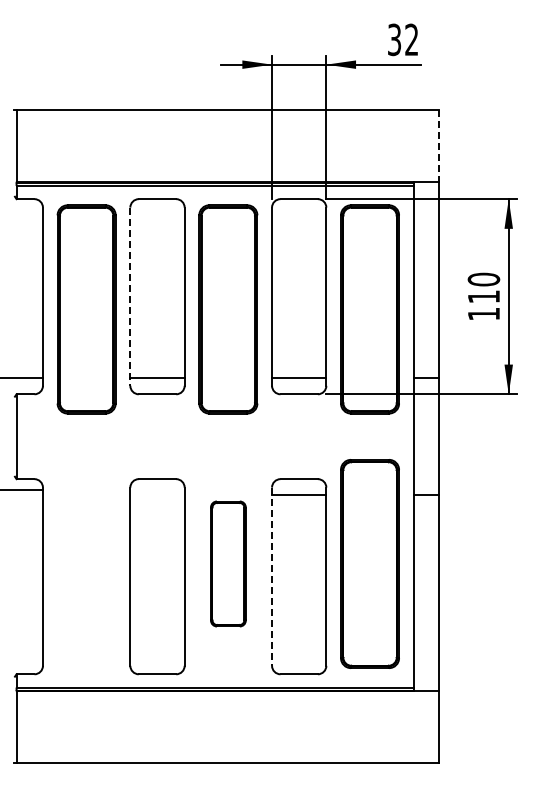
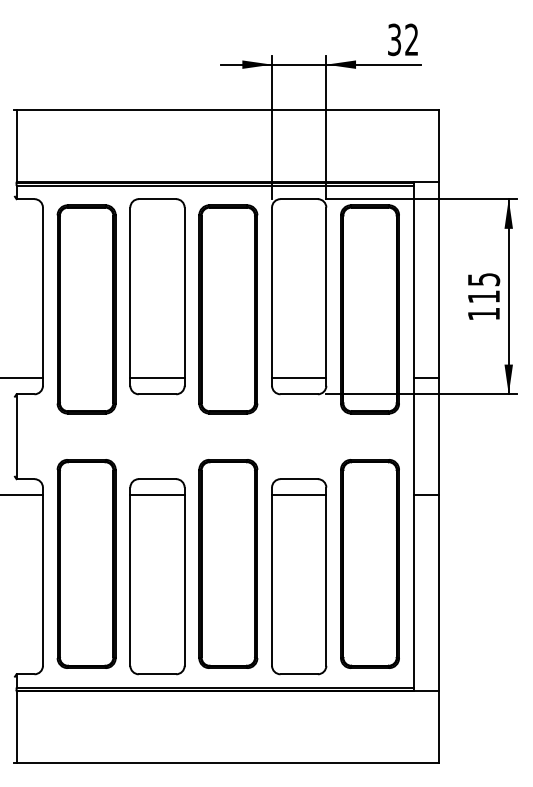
line at (439, 146): dashed -> solid
text at (483, 279): 110 -> 115
line at (130, 297): dashed -> solid
line at (22, 490) position: (22, 490) -> (22, 495)
line at (157, 495): none -> present
part at (86, 563): none -> present
part at (228, 563) size: 37x128 px -> 61x210 px
line at (272, 577): dashed -> solid
